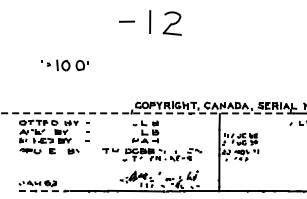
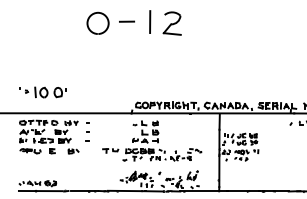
arc at (95, 14): none -> present
part at (64, 65) position: (64, 65) -> (42, 92)
line at (147, 113): dashed -> solid
line at (40, 191): dashed -> solid
